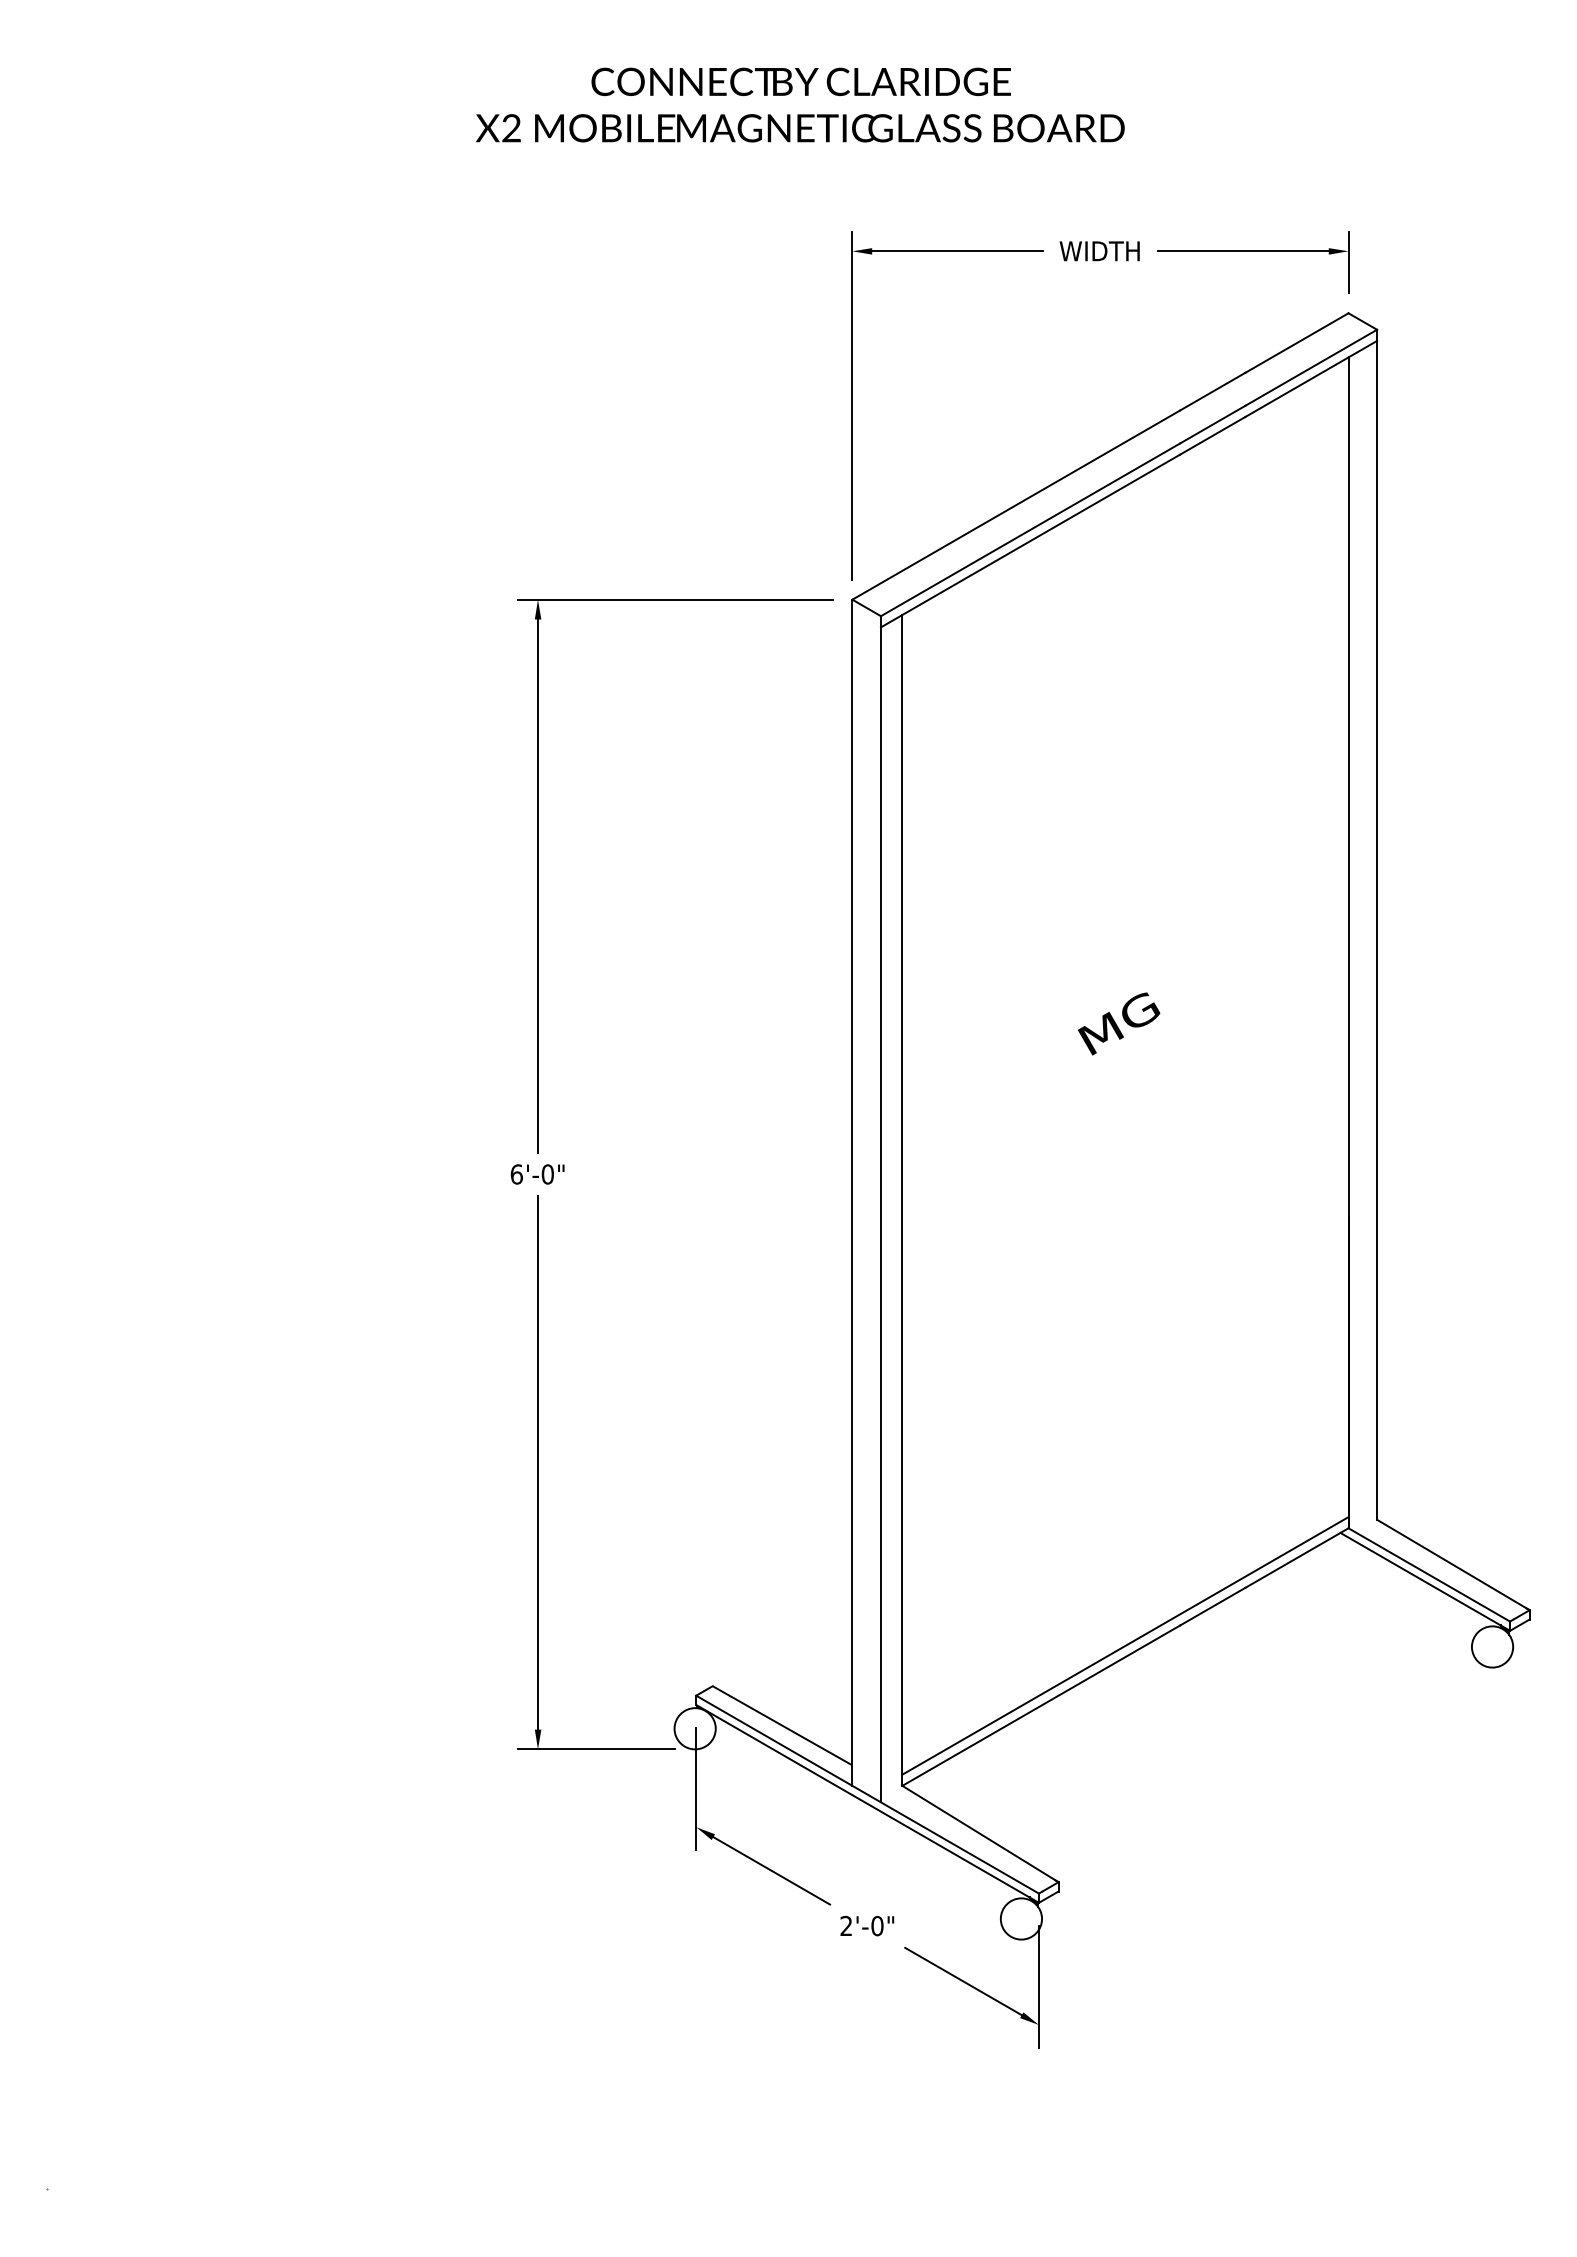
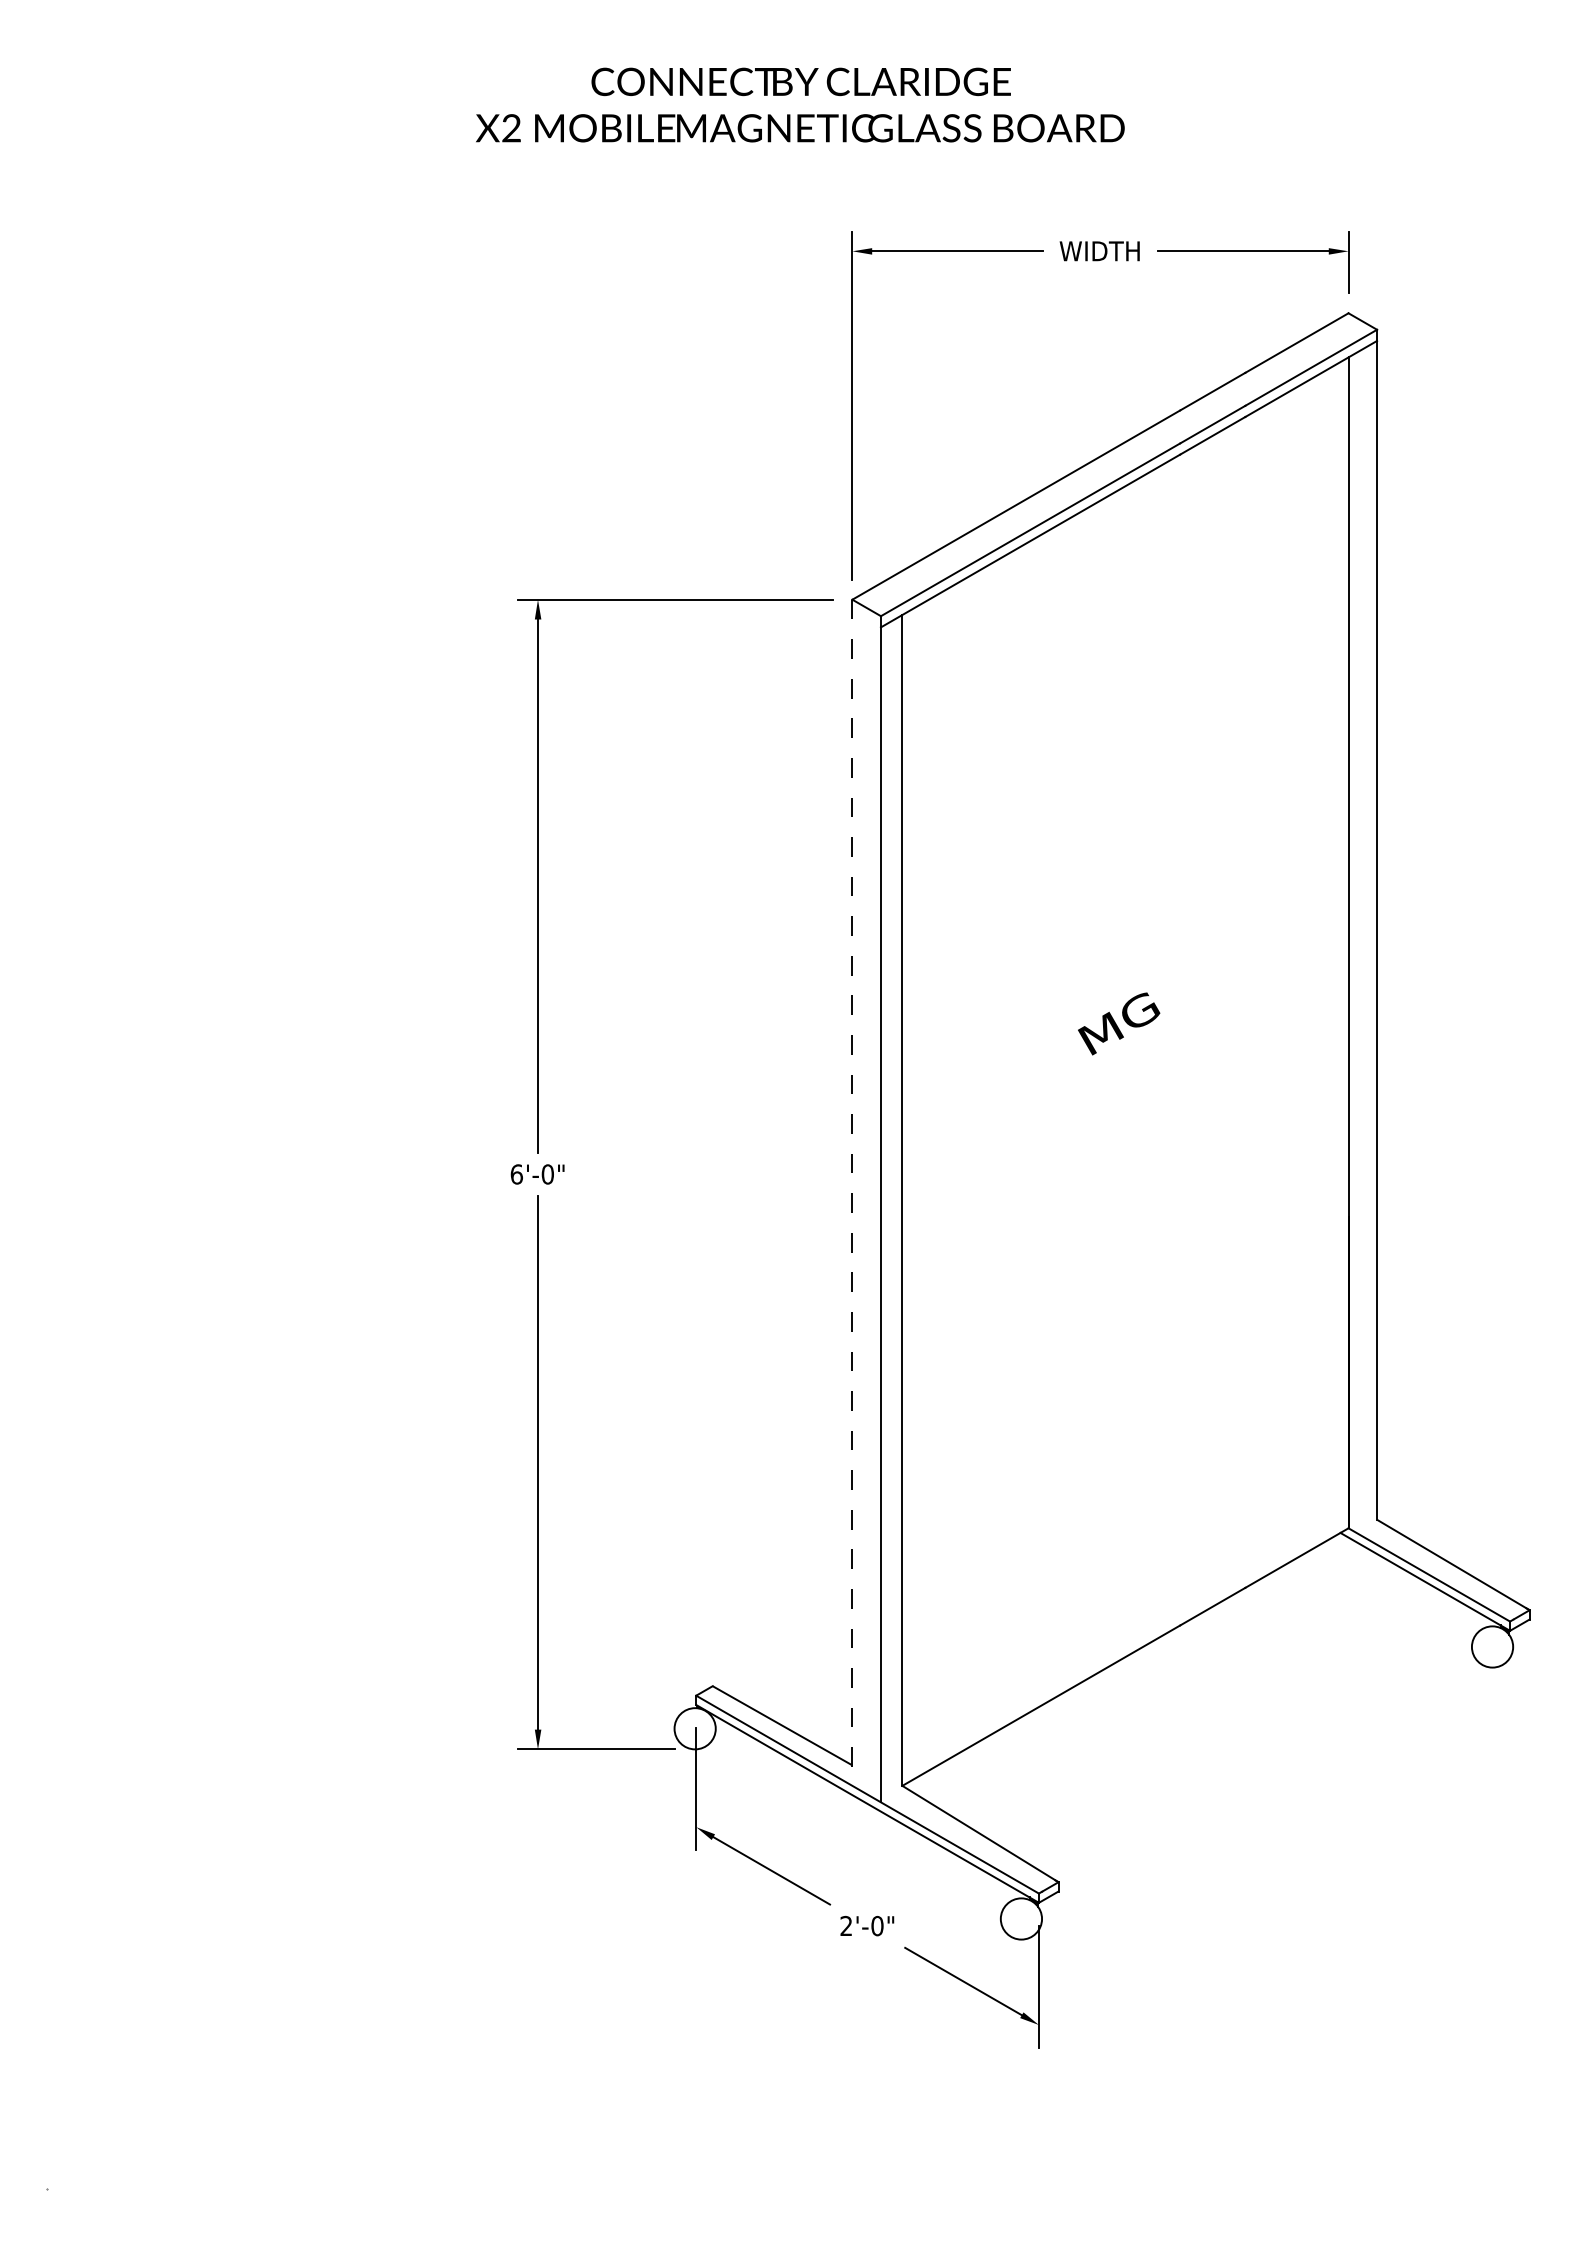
line at (852, 1193): solid -> dashed
line at (1125, 1645): present -> none
